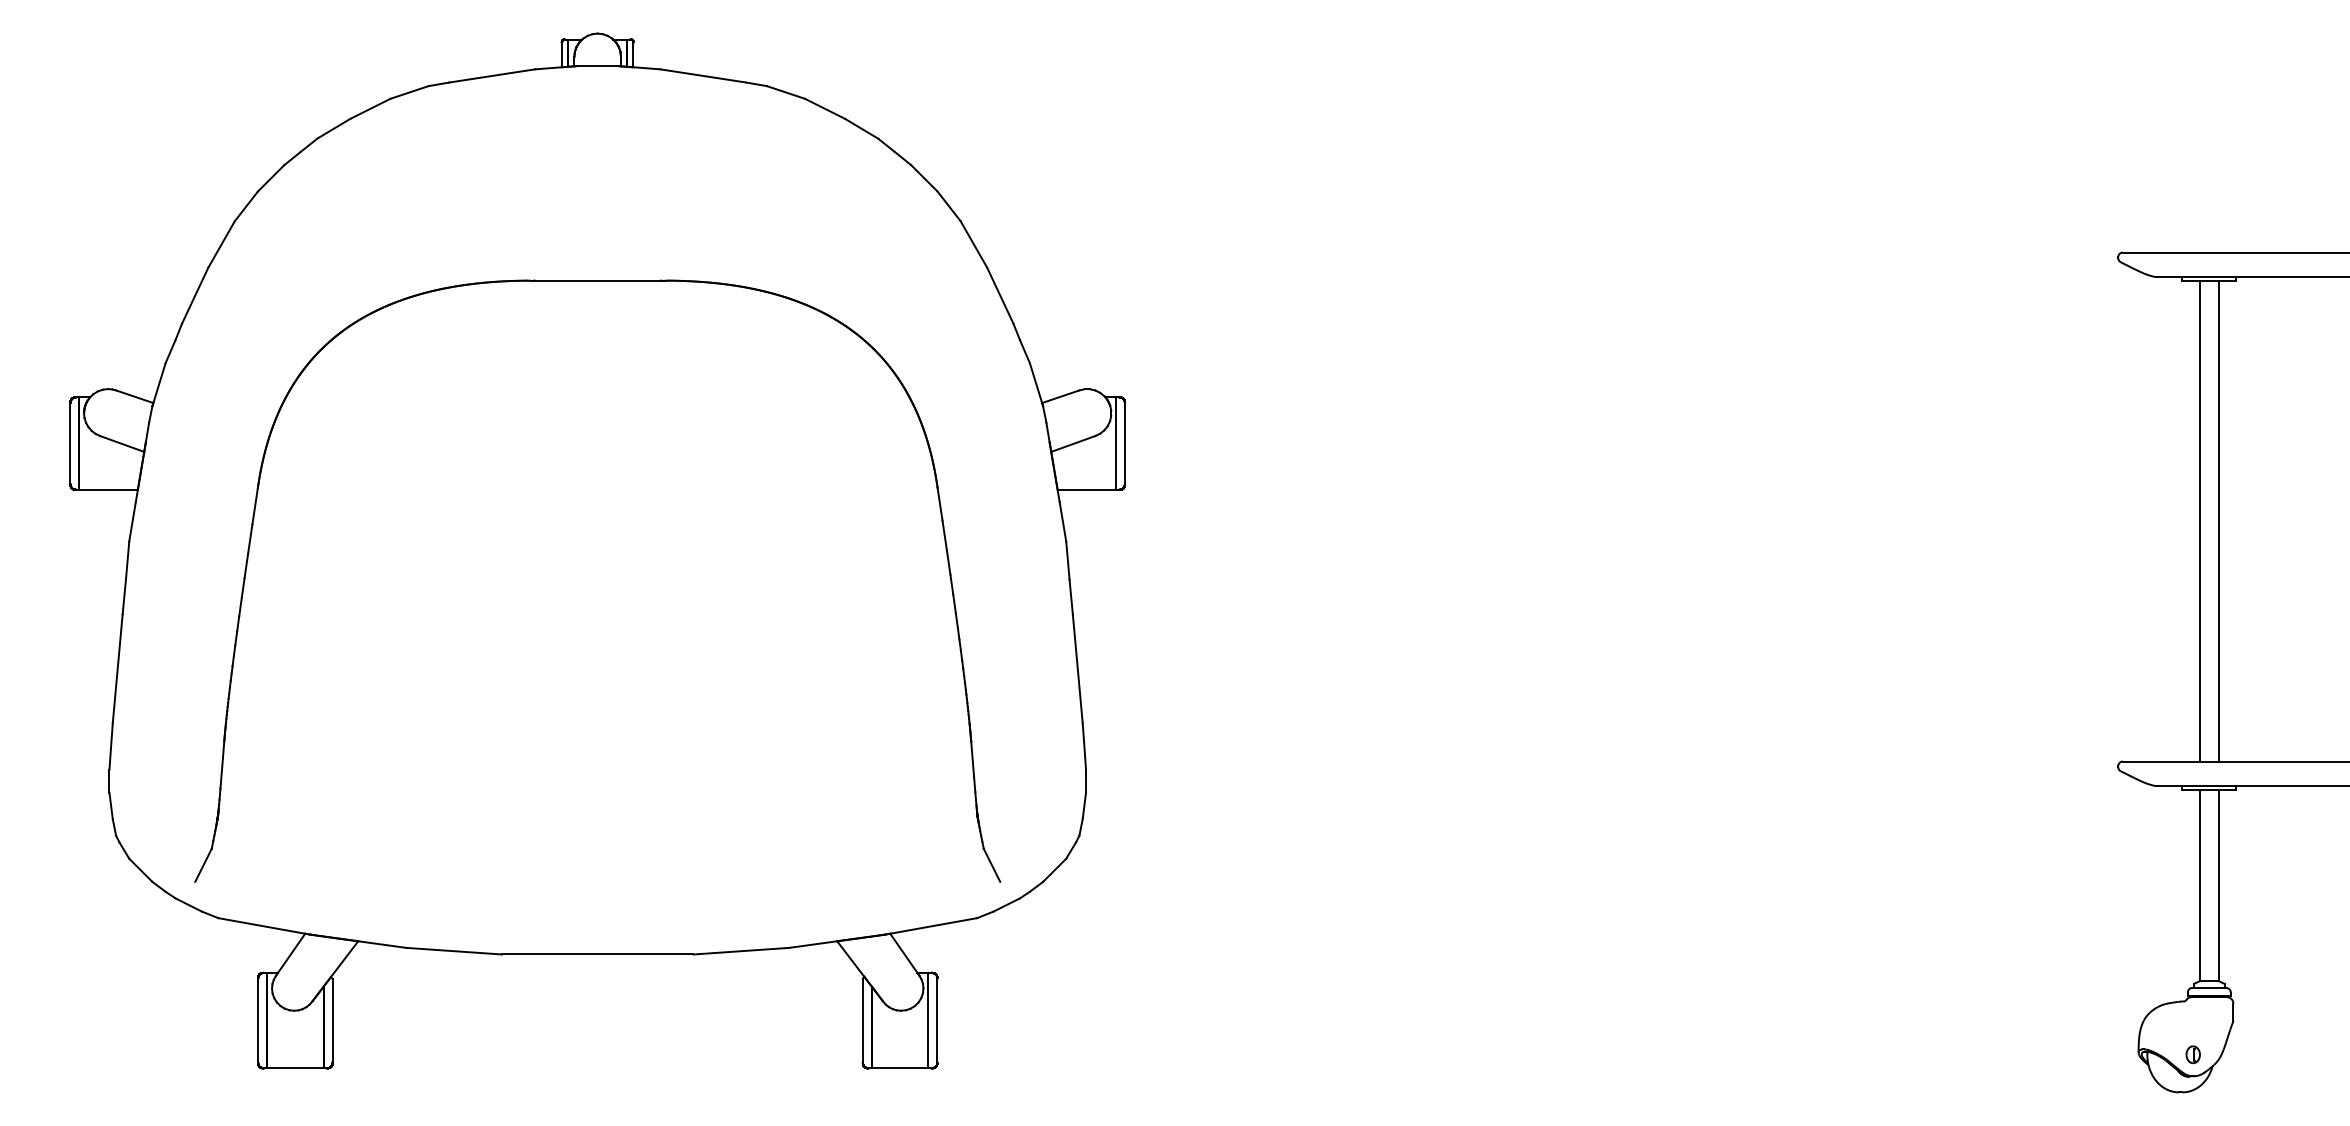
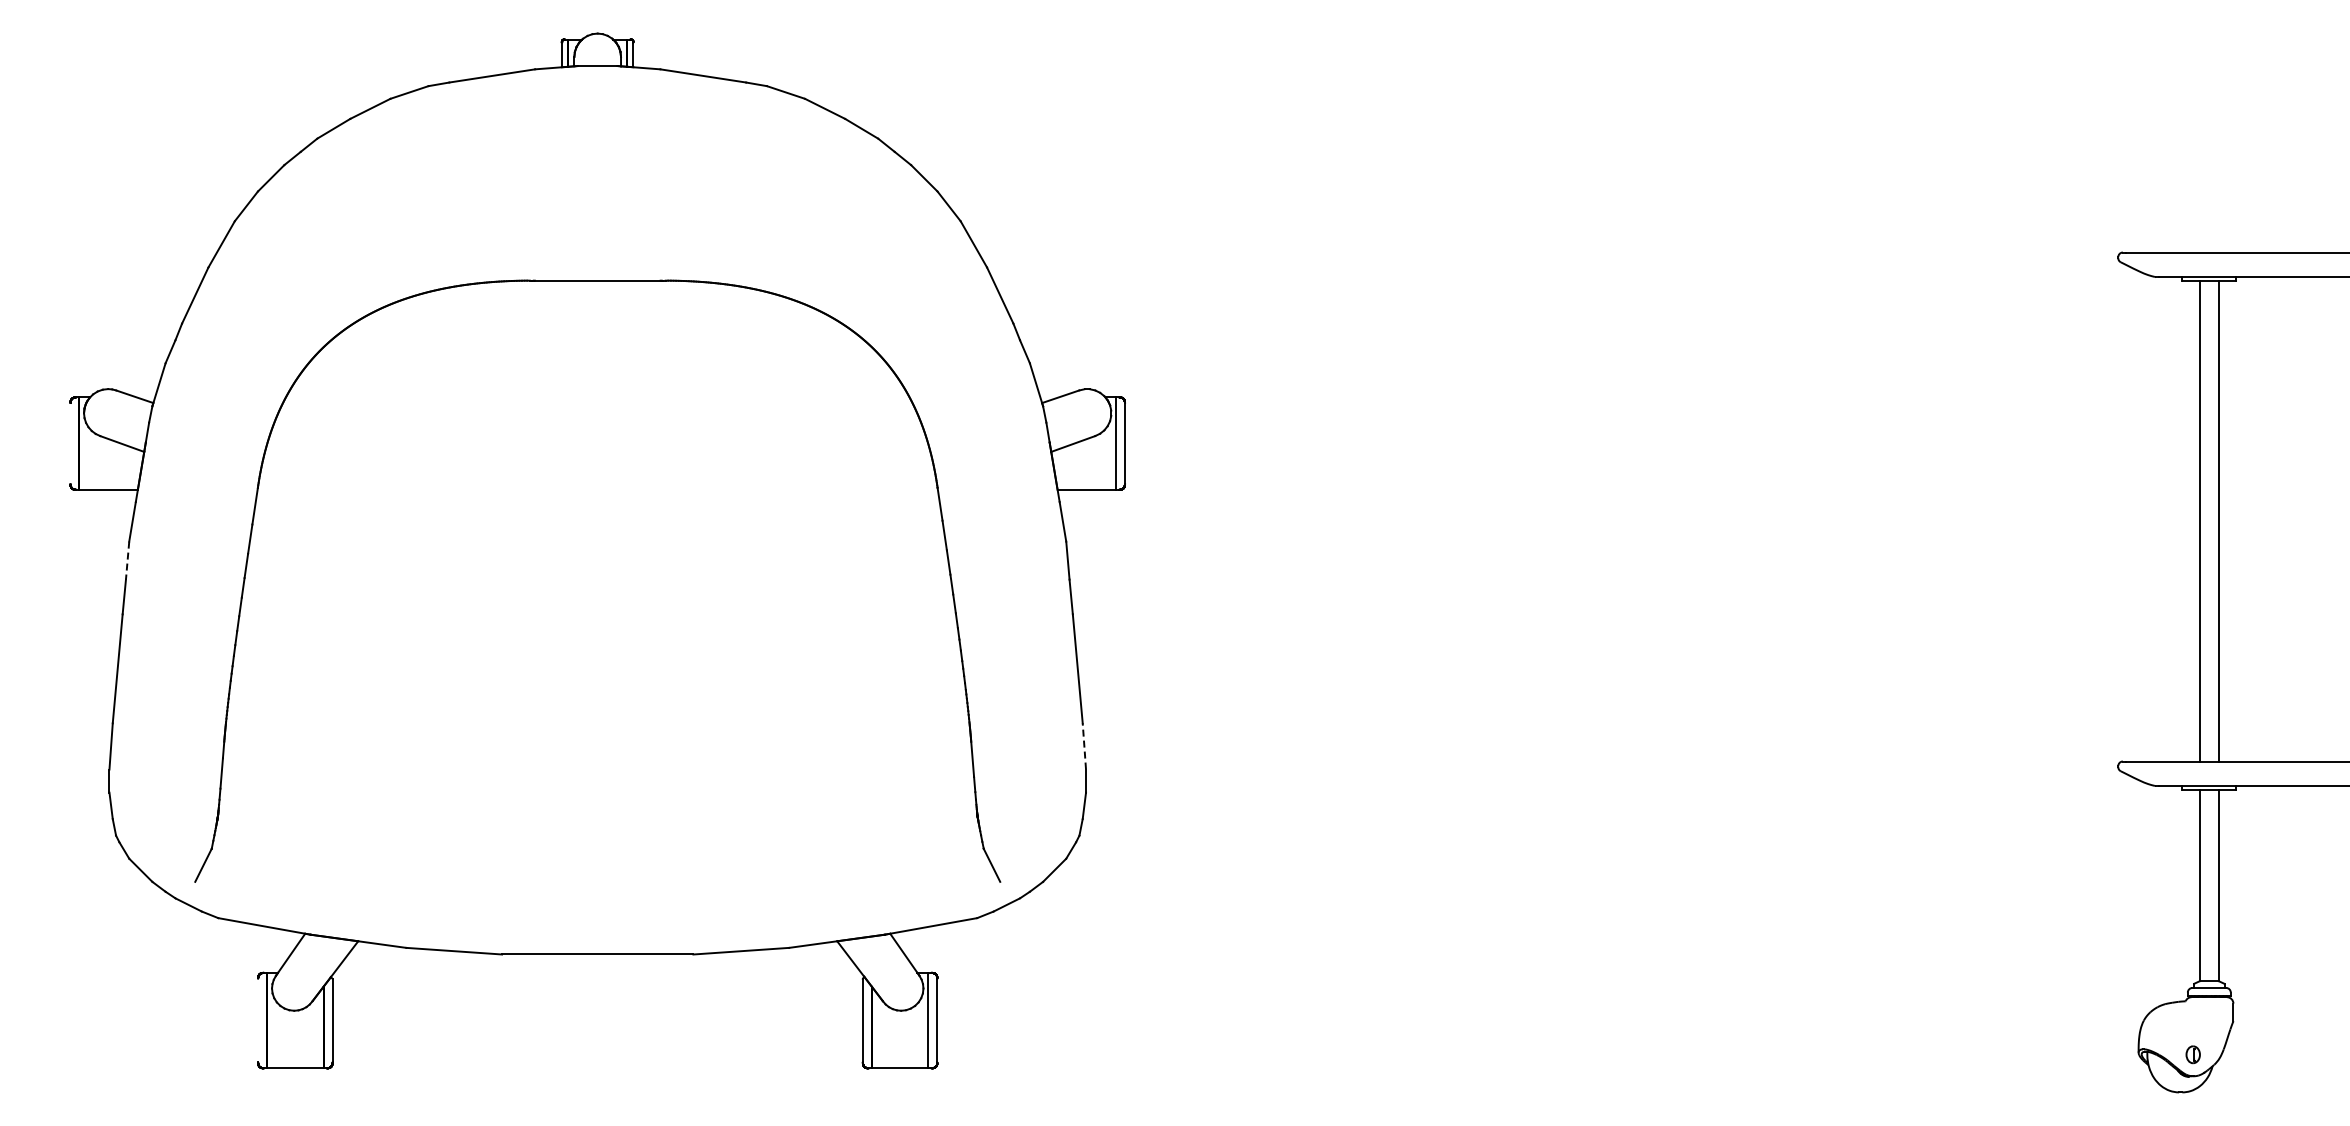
line at (70, 443): present -> none
line at (127, 561): solid -> dashed
line at (1084, 745): solid -> dashed
line at (258, 1020): present -> none
